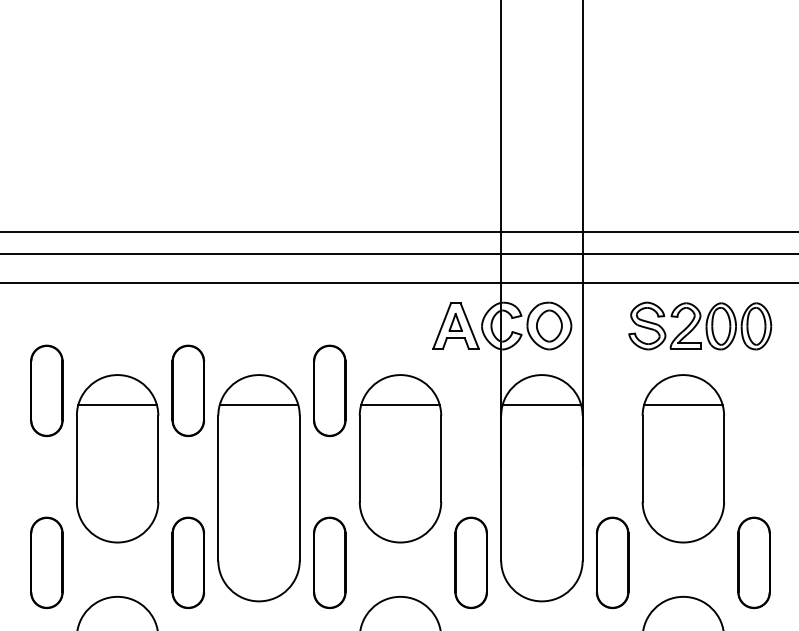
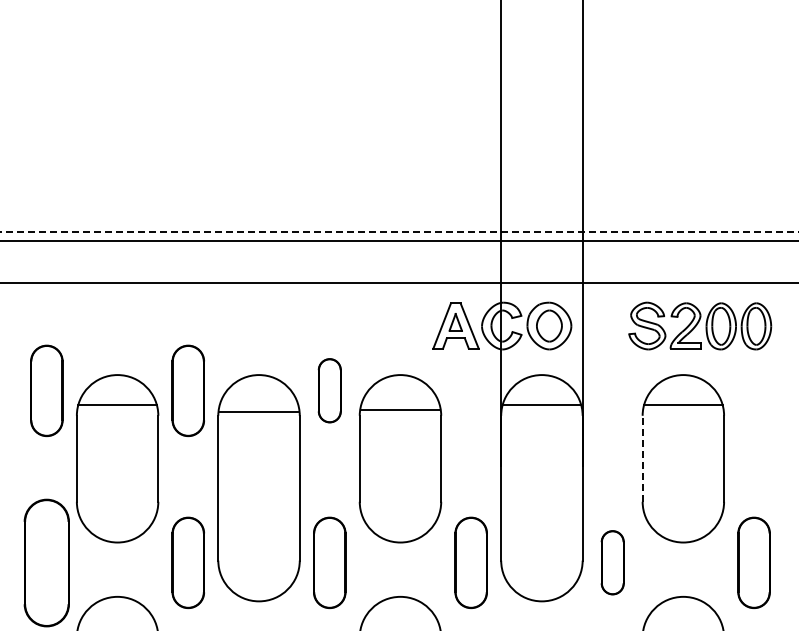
line at (398, 232): solid -> dashed
line at (398, 253) position: (398, 253) -> (398, 240)
part at (329, 390) size: 34x93 px -> 25x66 px
line at (258, 405) position: (258, 405) -> (258, 412)
line at (400, 405) position: (400, 405) -> (400, 410)
line at (642, 458): solid -> dashed
part at (46, 562) size: 34x93 px -> 47x130 px
part at (612, 562) size: 34x93 px -> 25x66 px
